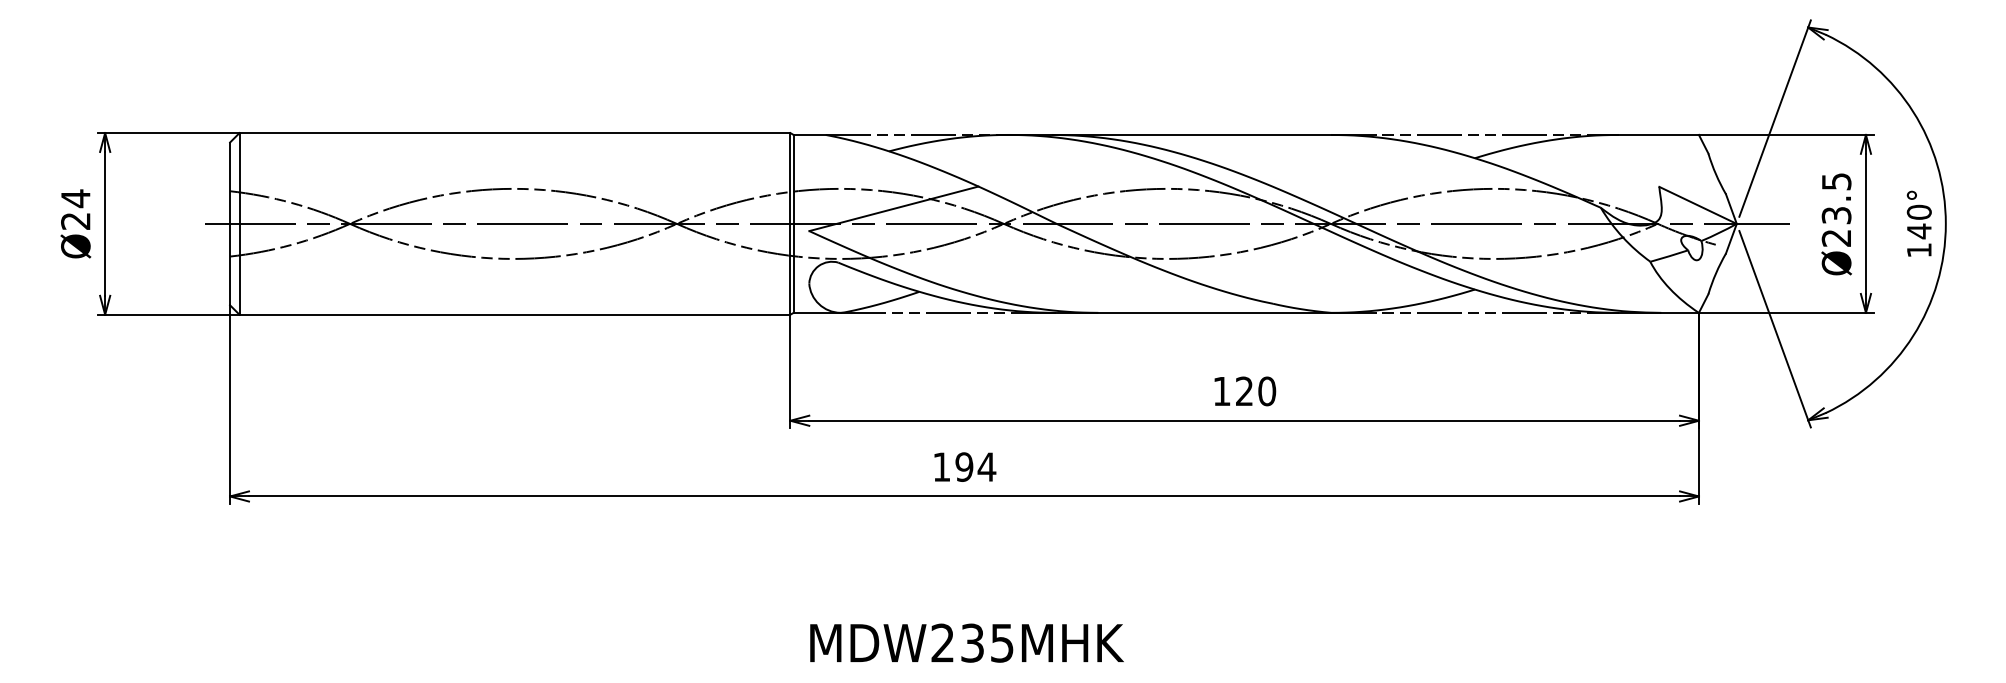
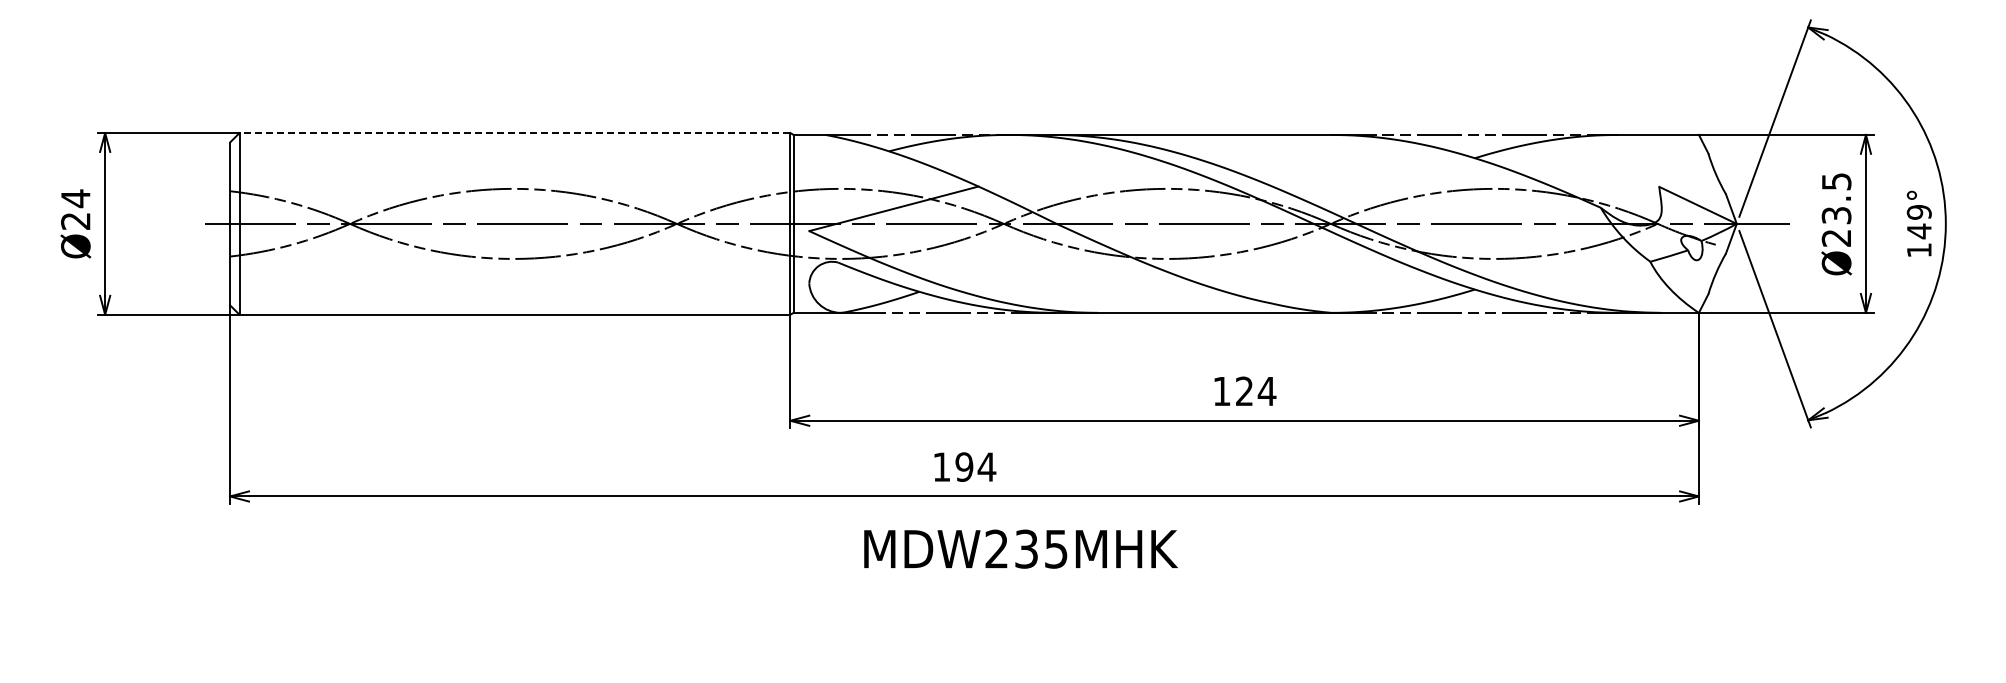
line at (514, 133): solid -> dashed
text at (1919, 211): 140° -> 149°
text at (1266, 391): 120 -> 124
text at (966, 642) position: (966, 642) -> (1020, 548)
